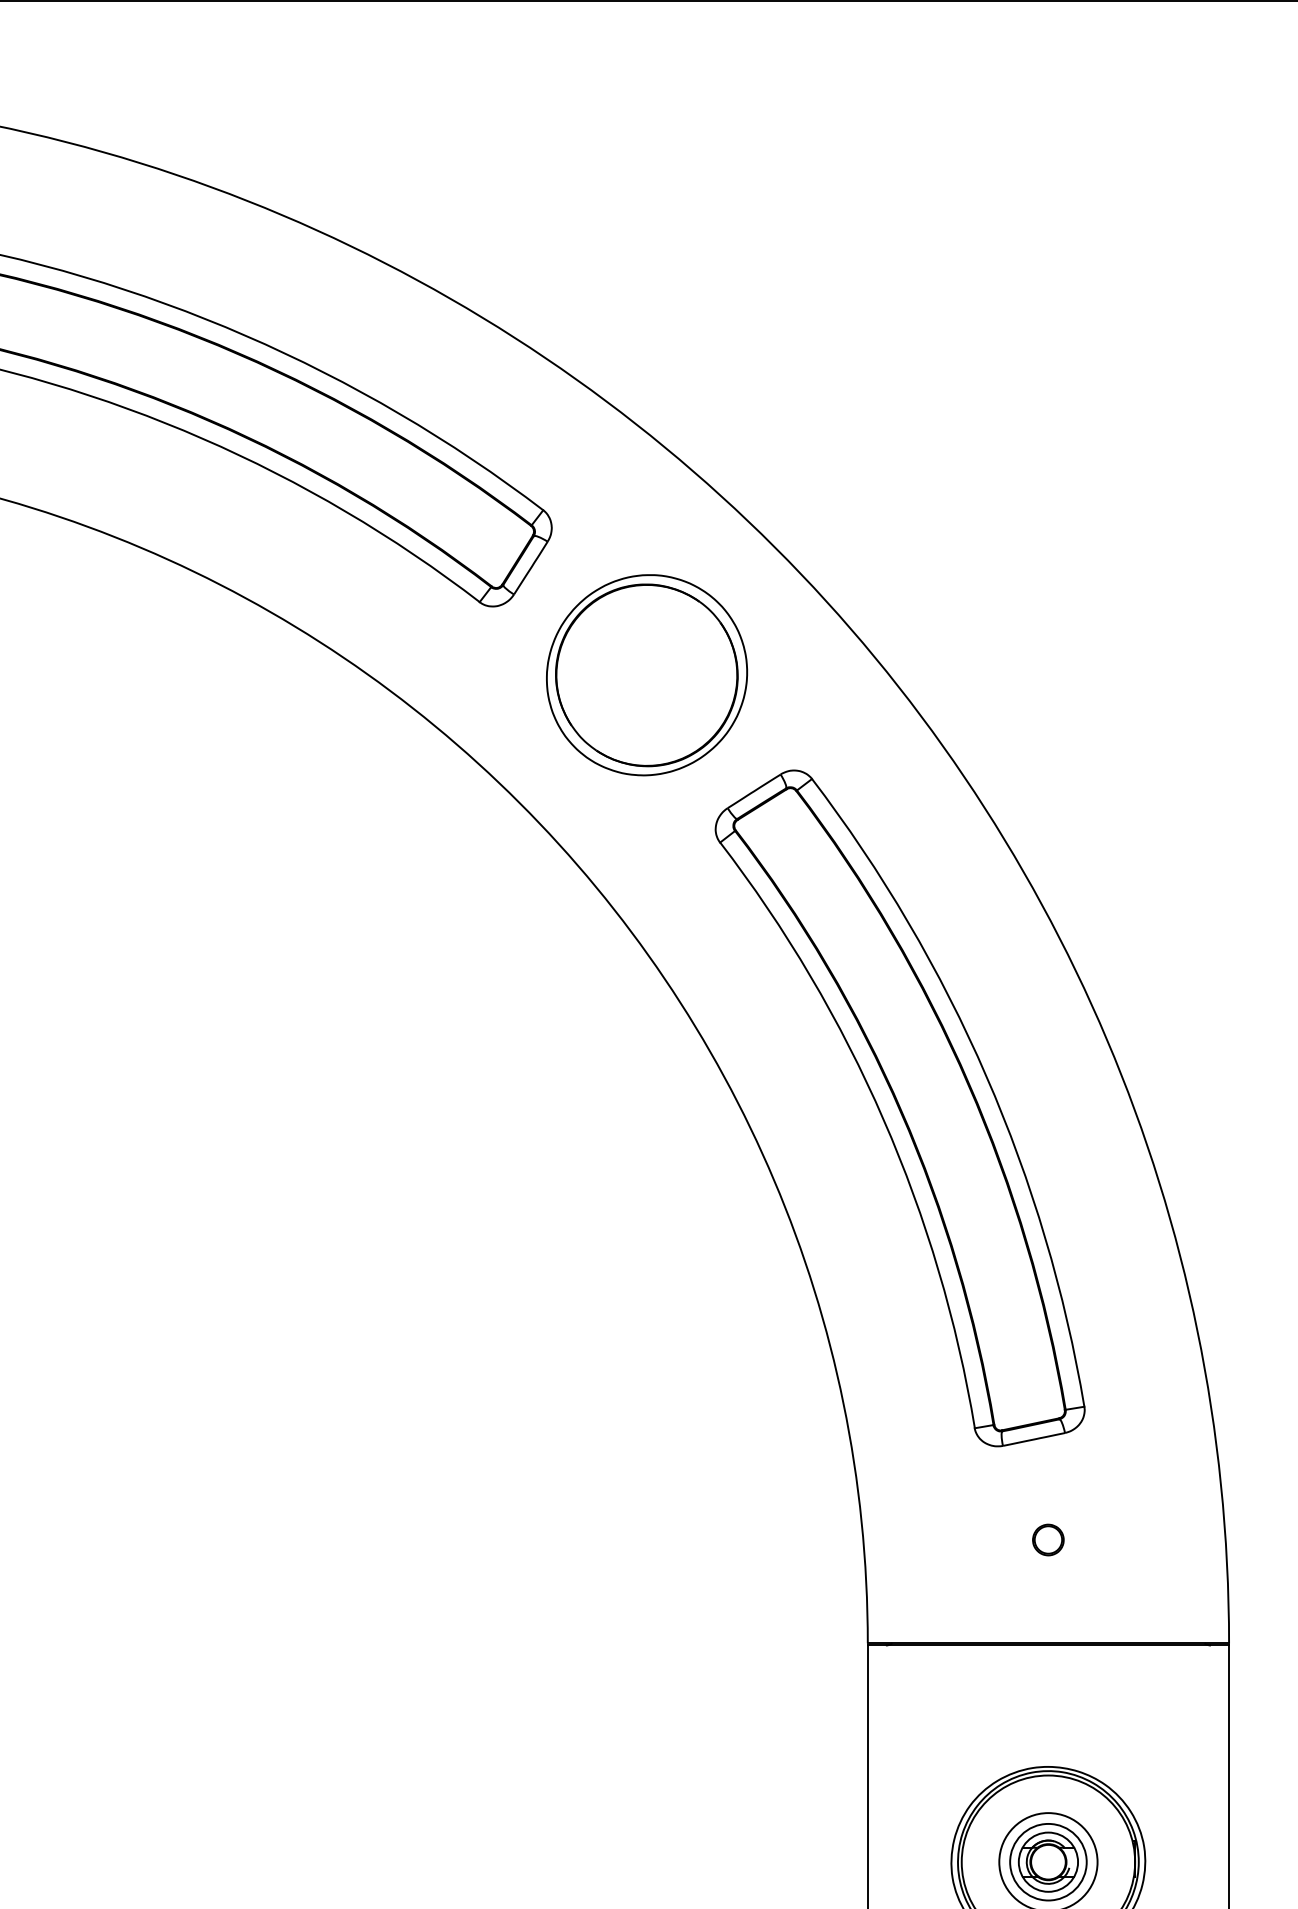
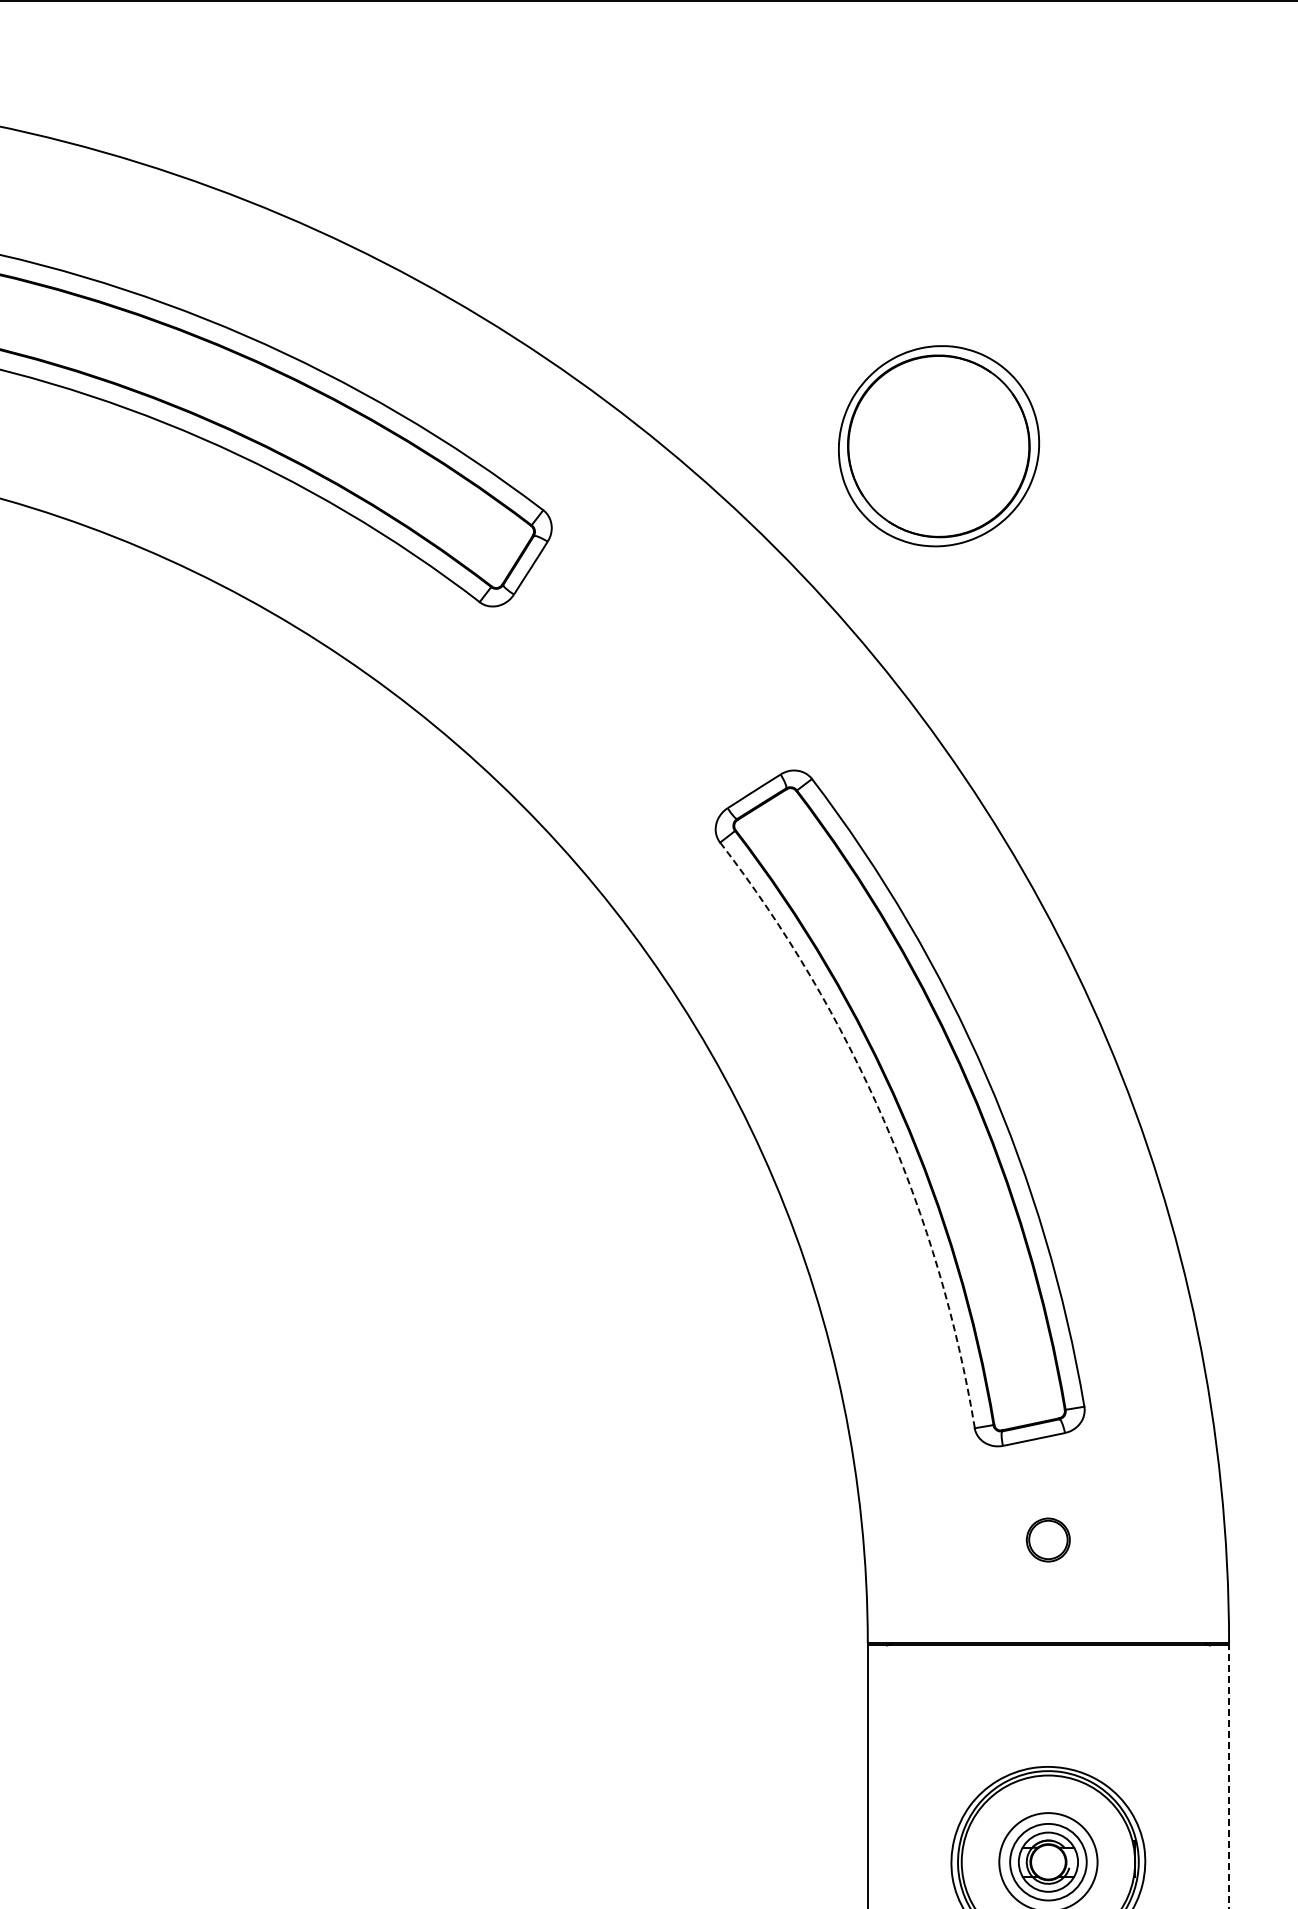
part at (647, 675) position: (647, 675) -> (939, 446)
arc at (883, 1119): solid -> dashed
part at (1048, 1539) size: 33x34 px -> 46x46 px
line at (1229, 1776): solid -> dashed
